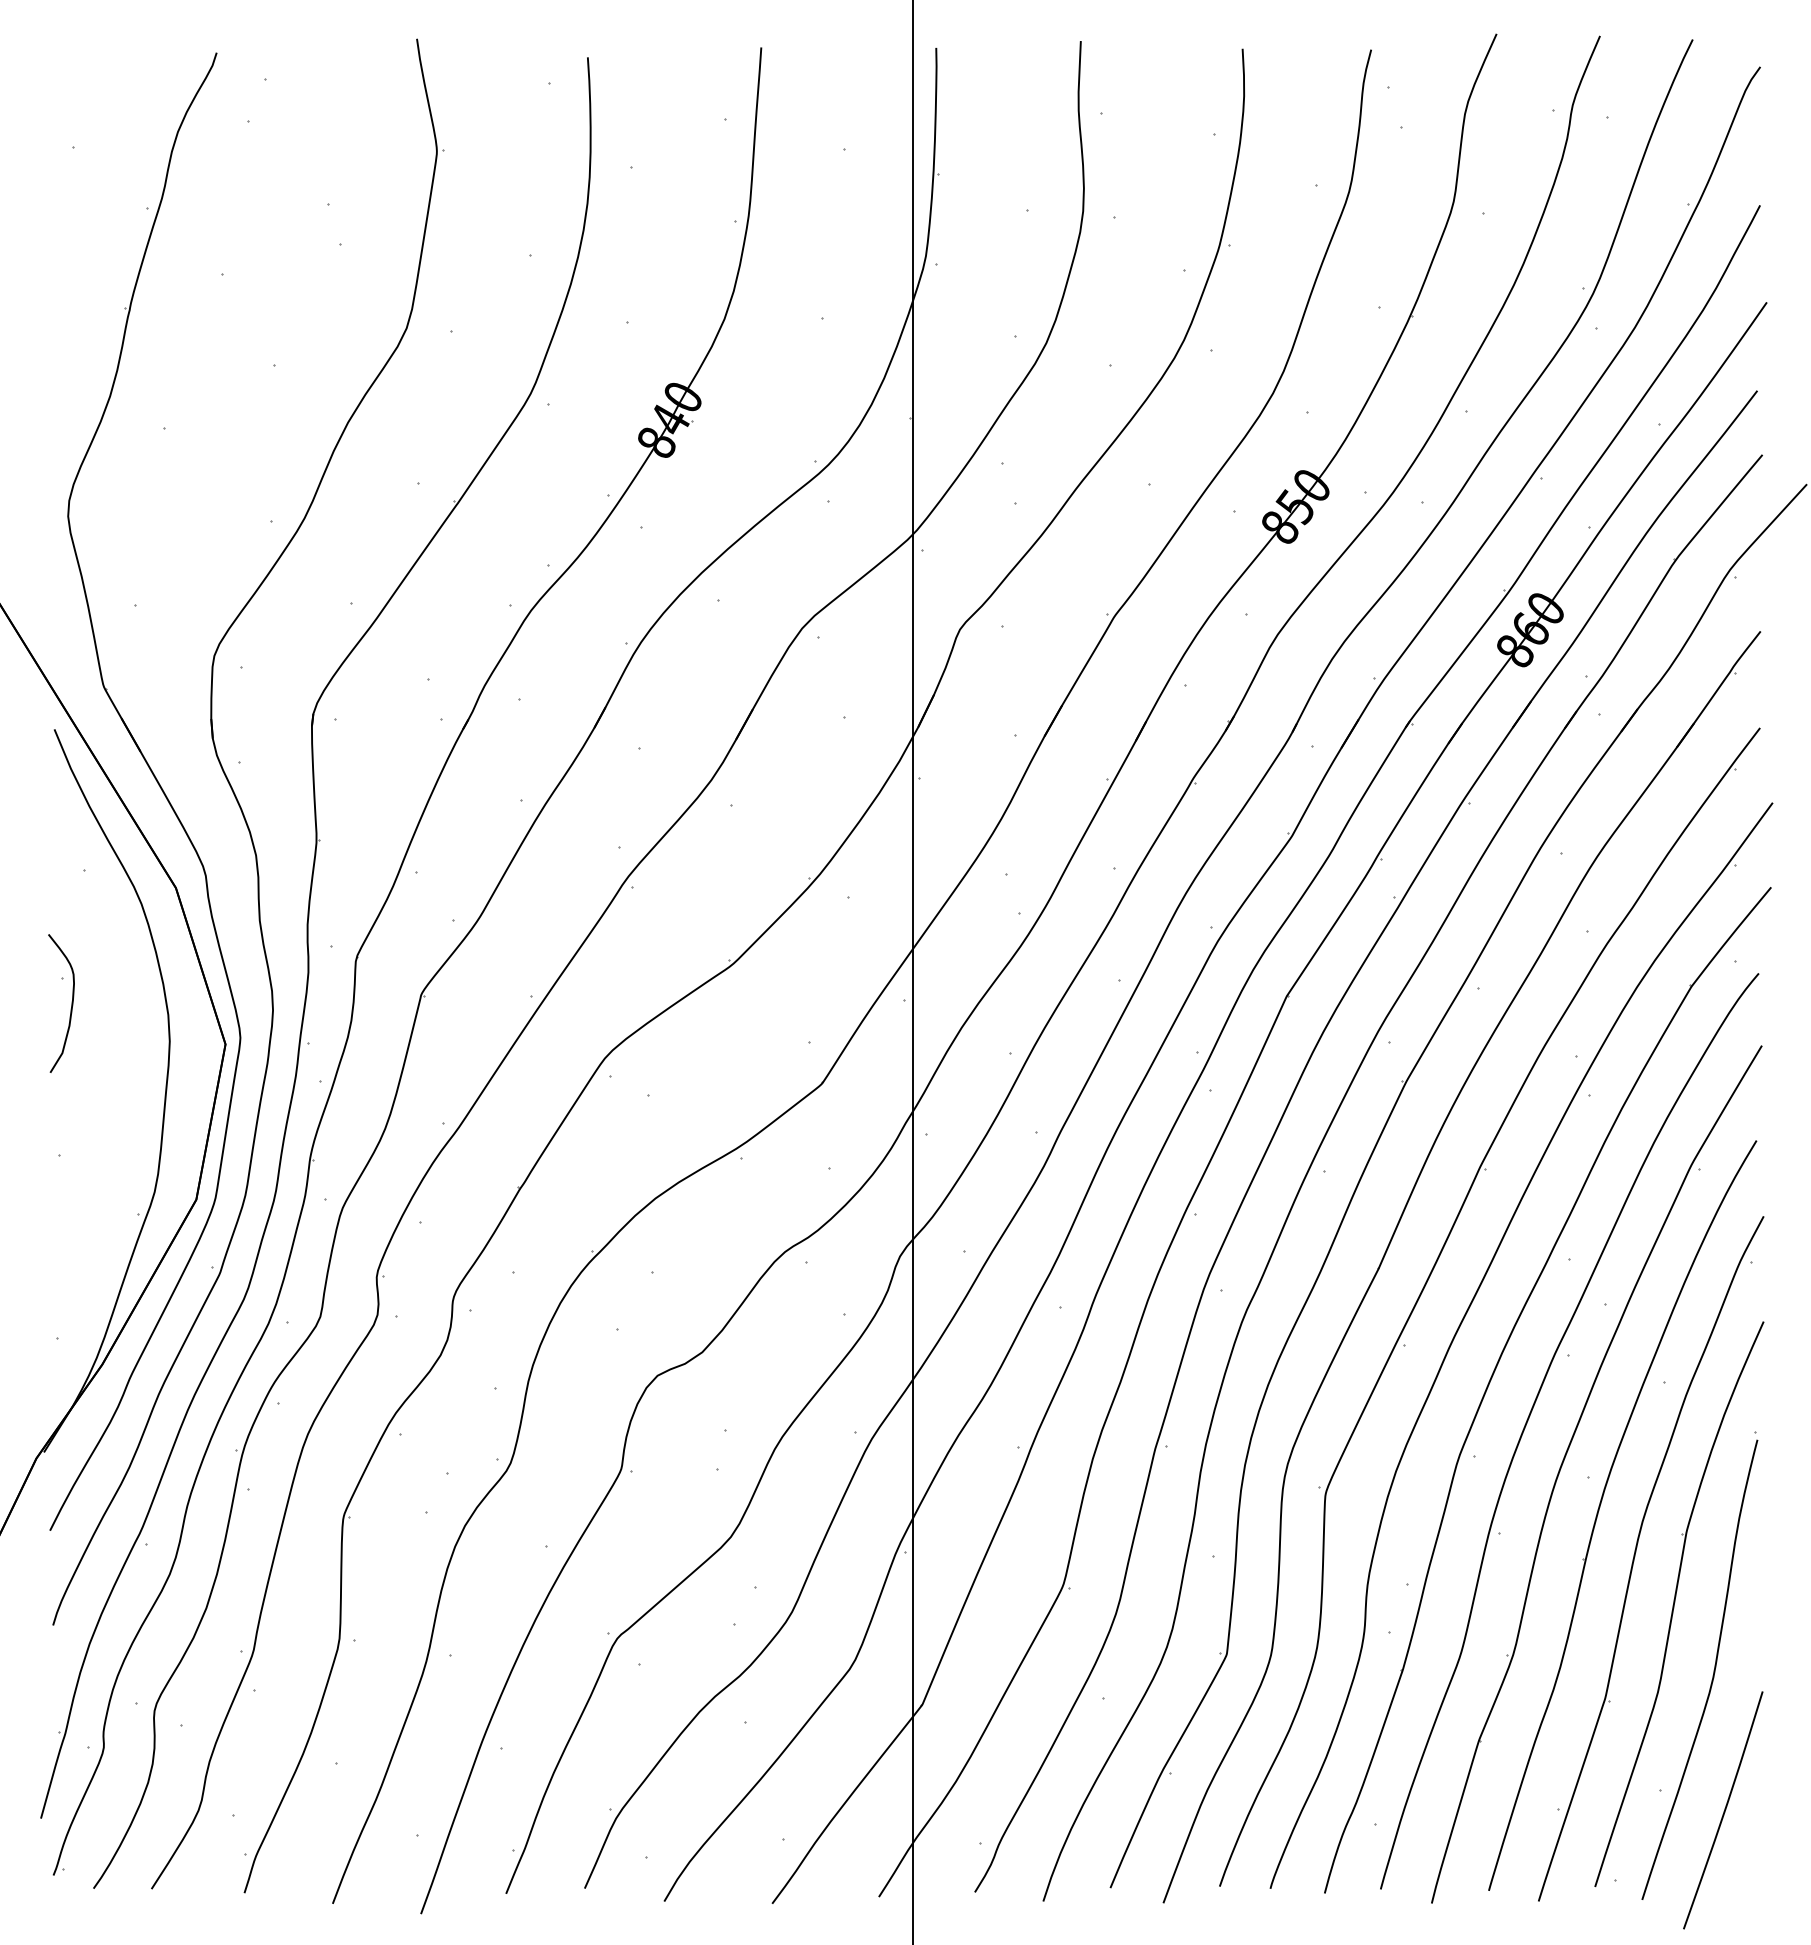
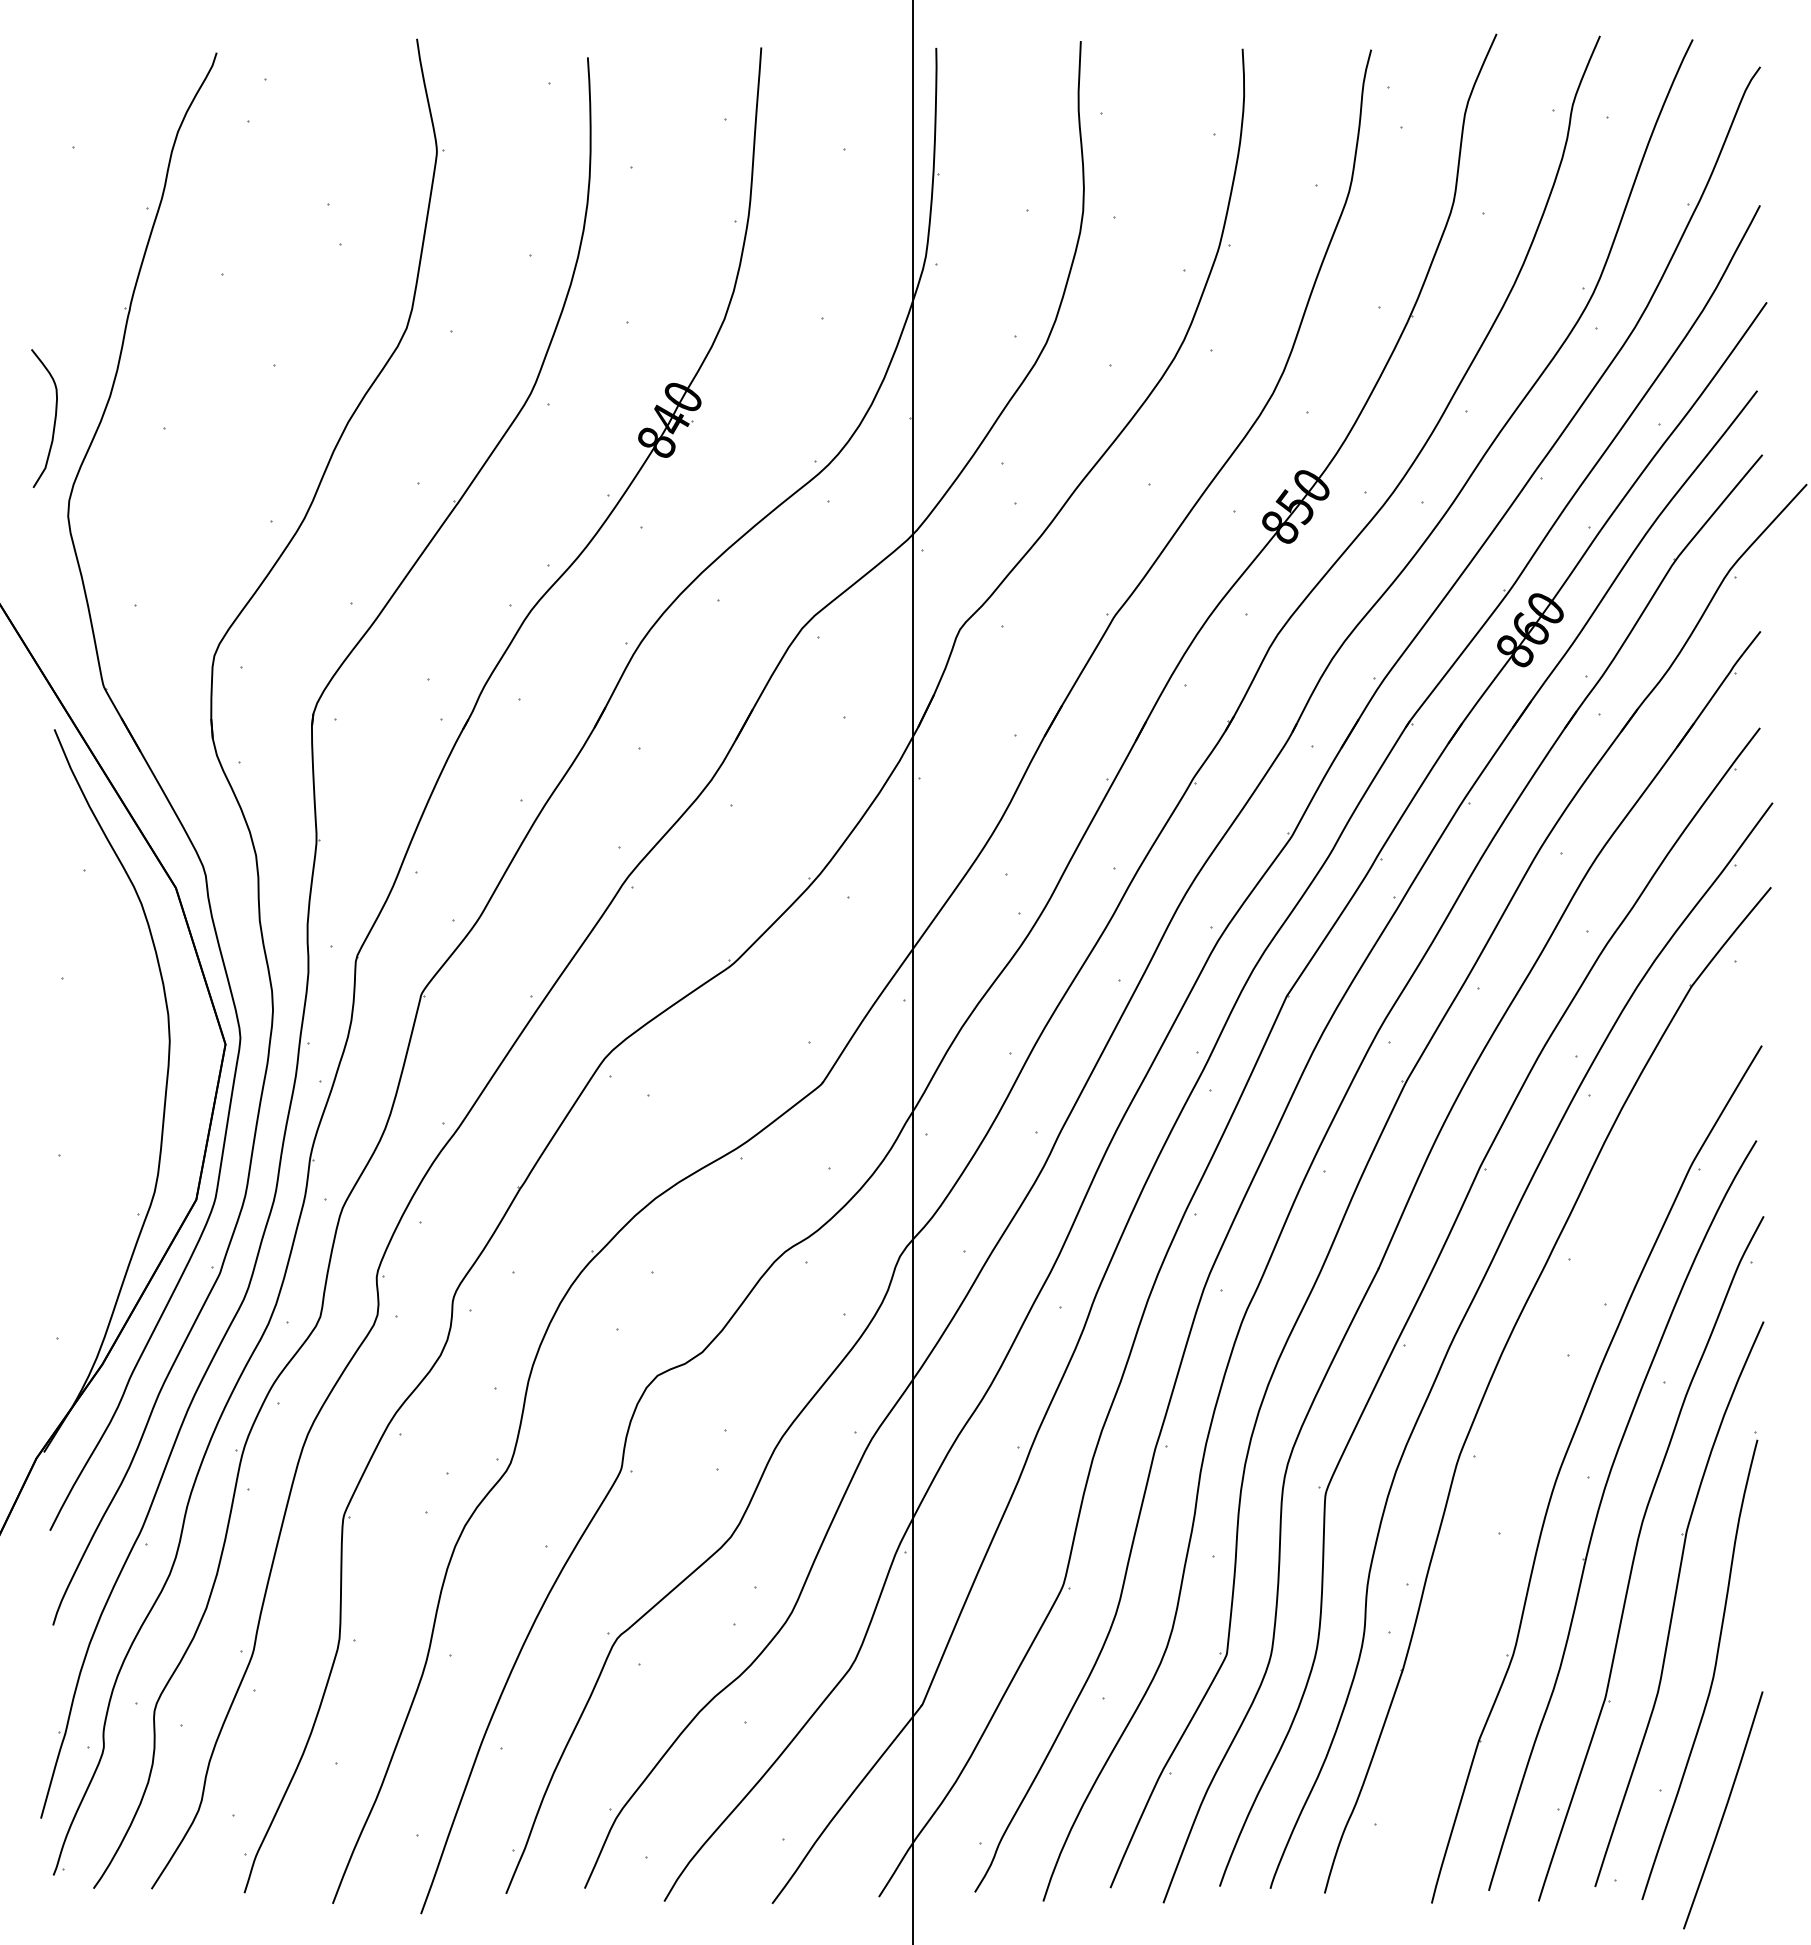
curve at (71, 1003) position: (71, 1003) -> (54, 418)
curve at (1530, 1416): present -> none
